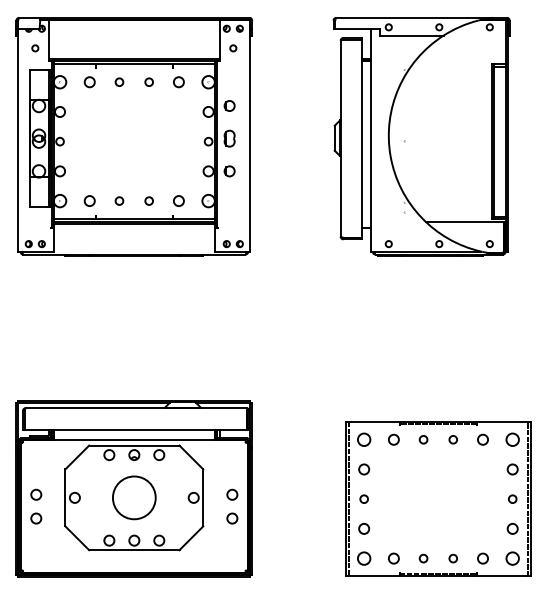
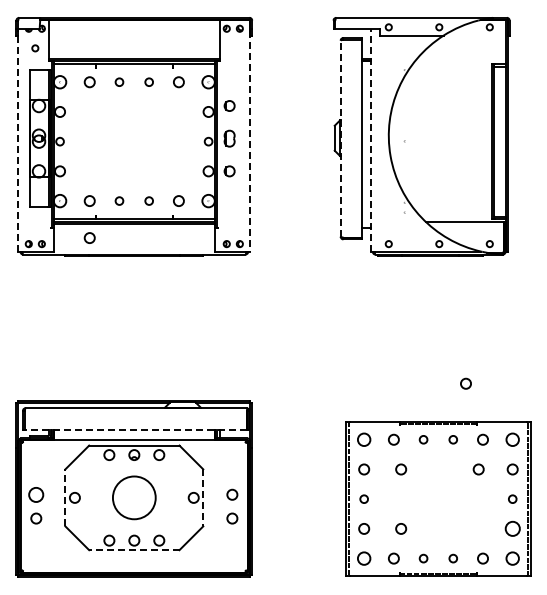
circle at (233, 48): present -> none
line at (250, 135): solid -> dashed
line at (340, 138): solid -> dashed
line at (18, 139): solid -> dashed
line at (370, 139): solid -> dashed
circle at (89, 237): none -> present
circle at (465, 383): none -> present
line at (135, 429): solid -> dashed
circle at (401, 469): none -> present
circle at (478, 469): none -> present
circle at (36, 494) size: 13x13 px -> 17x16 px
line at (65, 497): solid -> dashed
line at (203, 497): solid -> dashed
circle at (401, 528): none -> present
circle at (512, 528) size: 13x12 px -> 17x17 px
line at (133, 550): solid -> dashed
